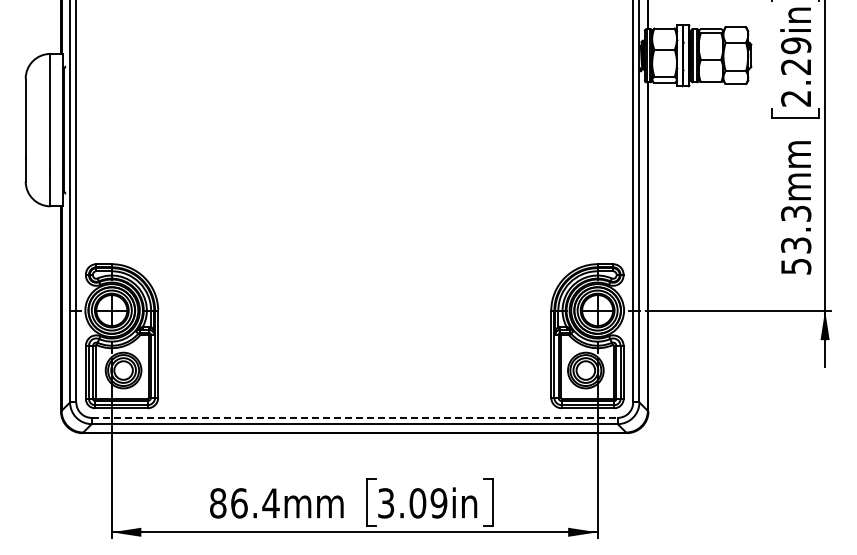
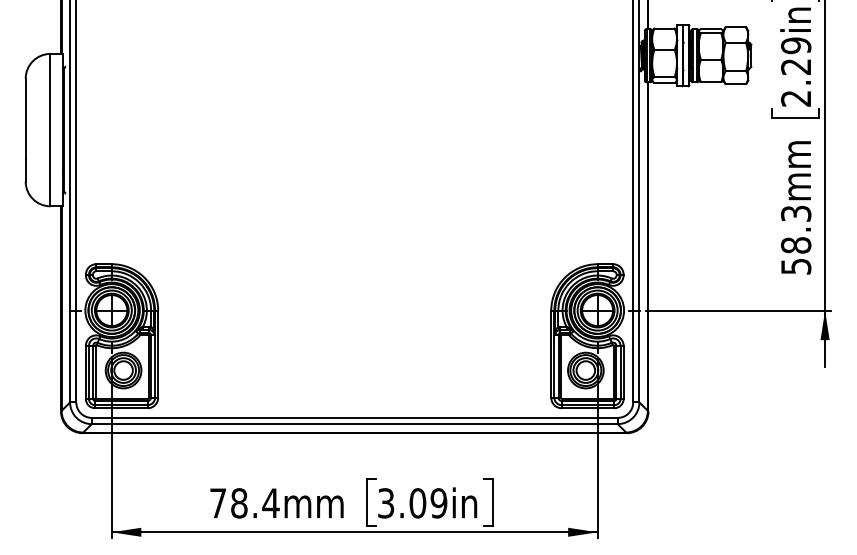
text at (796, 245): 53.3mm -> 58.3mm
line at (354, 417): dashed -> solid
text at (228, 503): 86.4mm -> 78.4mm
